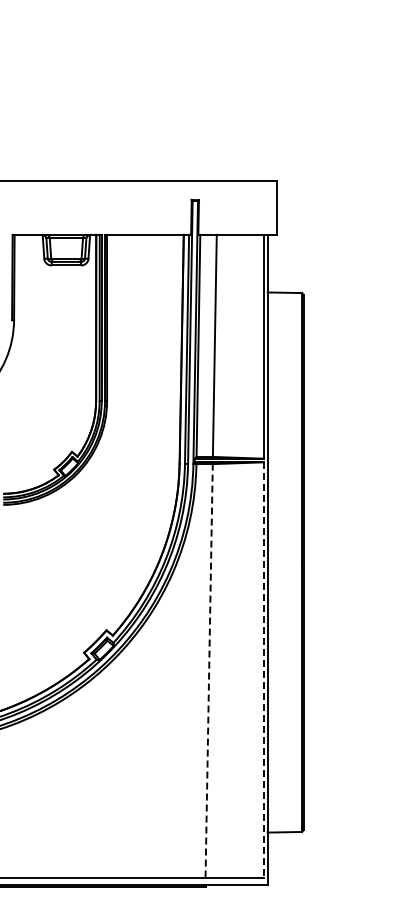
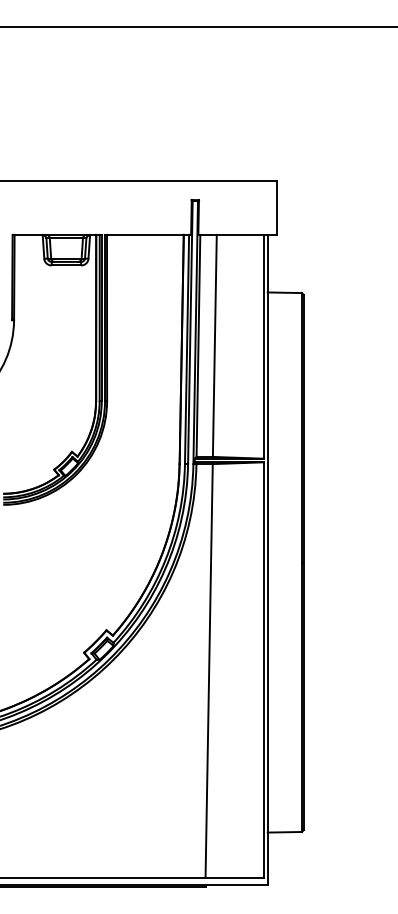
line at (198, 27): none -> present
line at (263, 669): dashed -> solid
line at (209, 670): dashed -> solid
